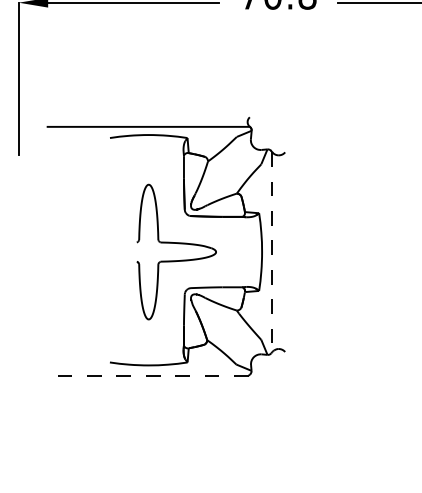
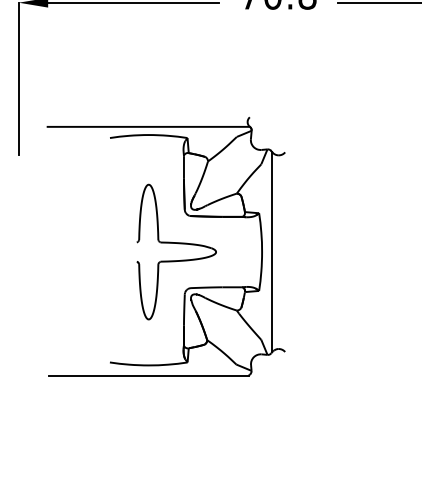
line at (272, 252): dashed -> solid
line at (148, 375): dashed -> solid
